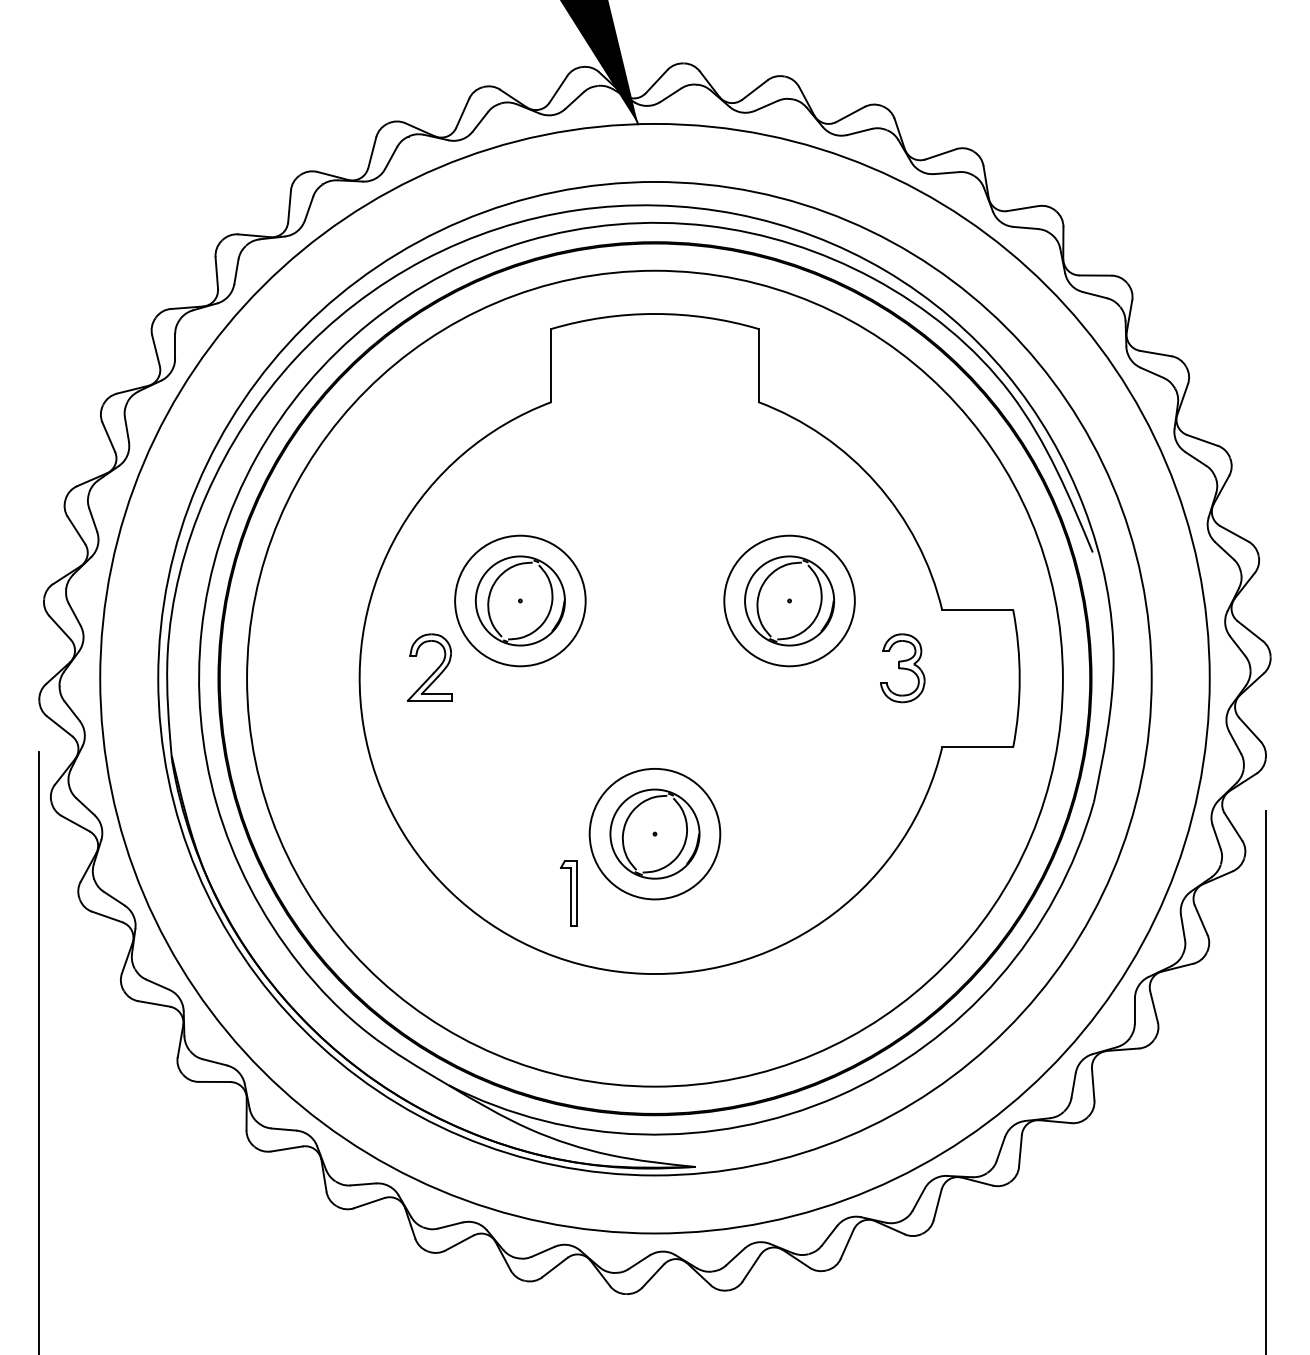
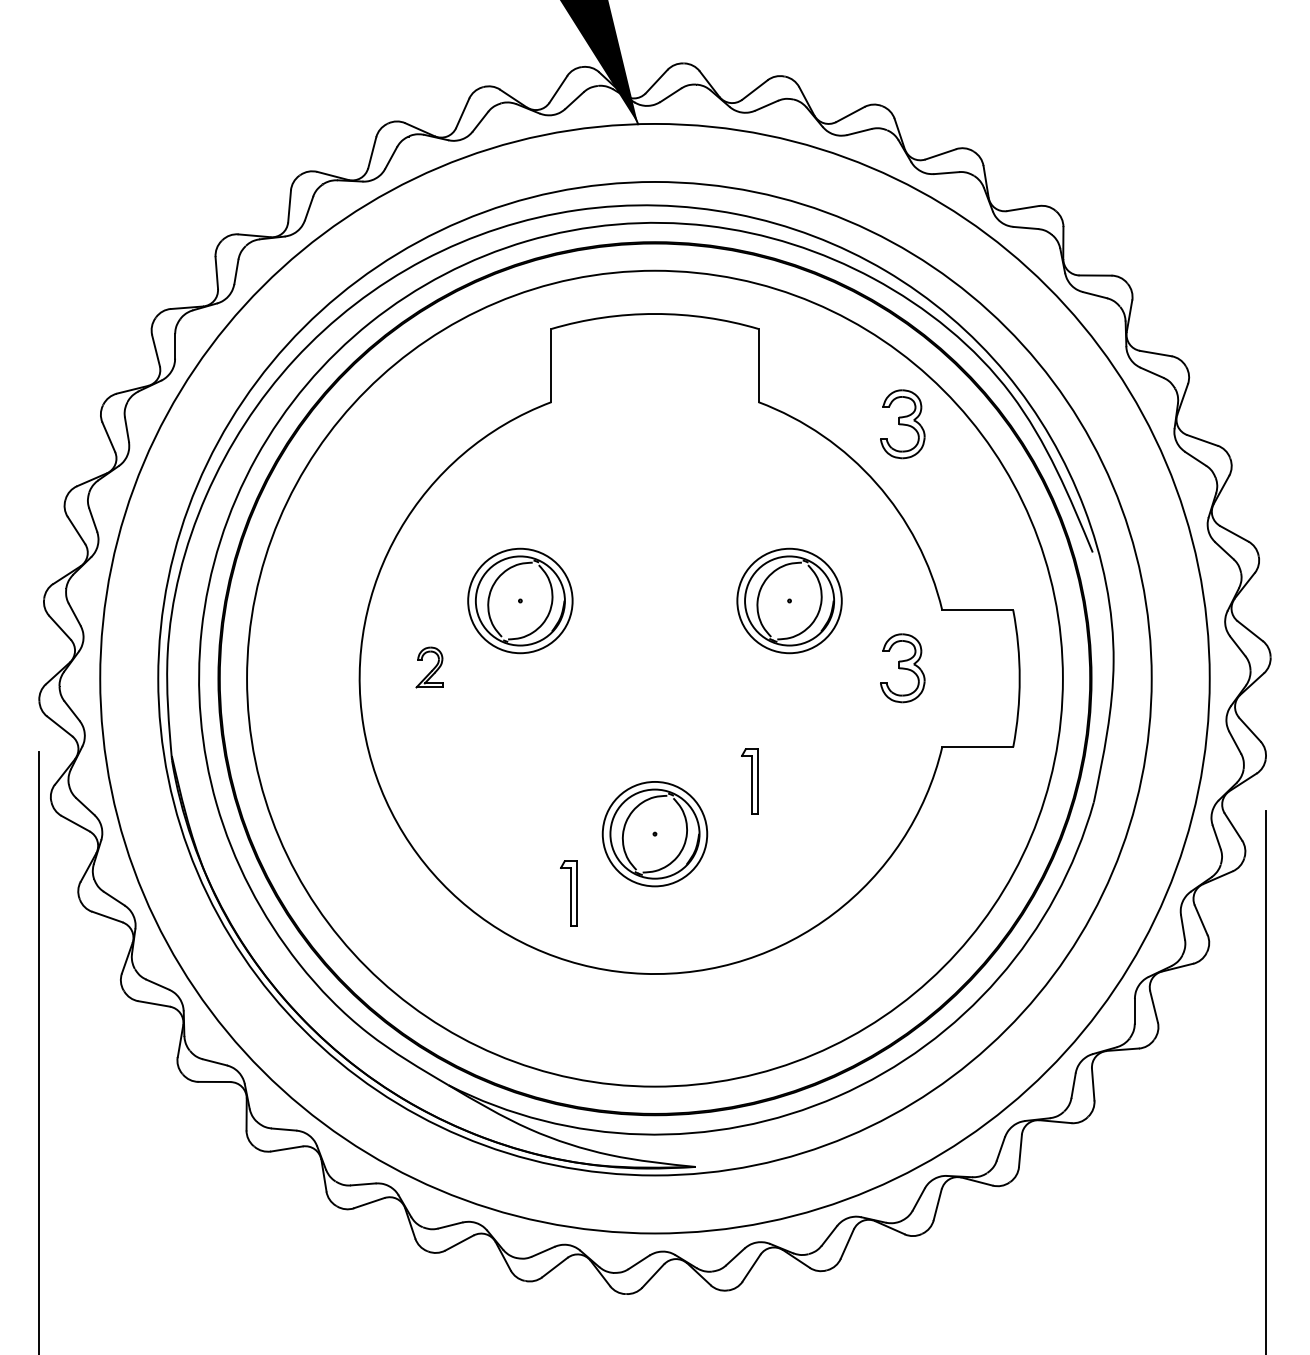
part at (902, 424): none -> present
circle at (520, 600) diameter: 131 px -> 104 px
circle at (789, 600) diameter: 131 px -> 104 px
part at (429, 667) size: 47x69 px -> 29x43 px
part at (749, 781): none -> present
circle at (654, 833) diameter: 131 px -> 104 px
